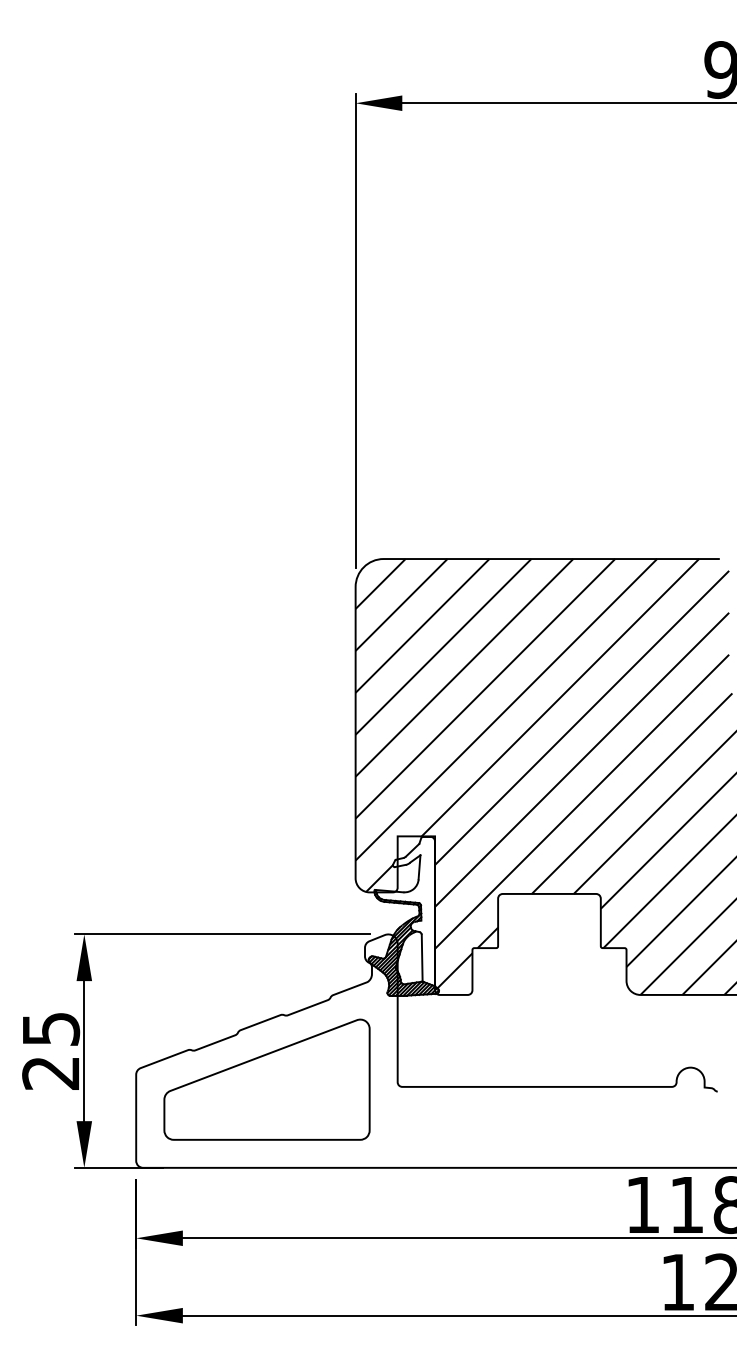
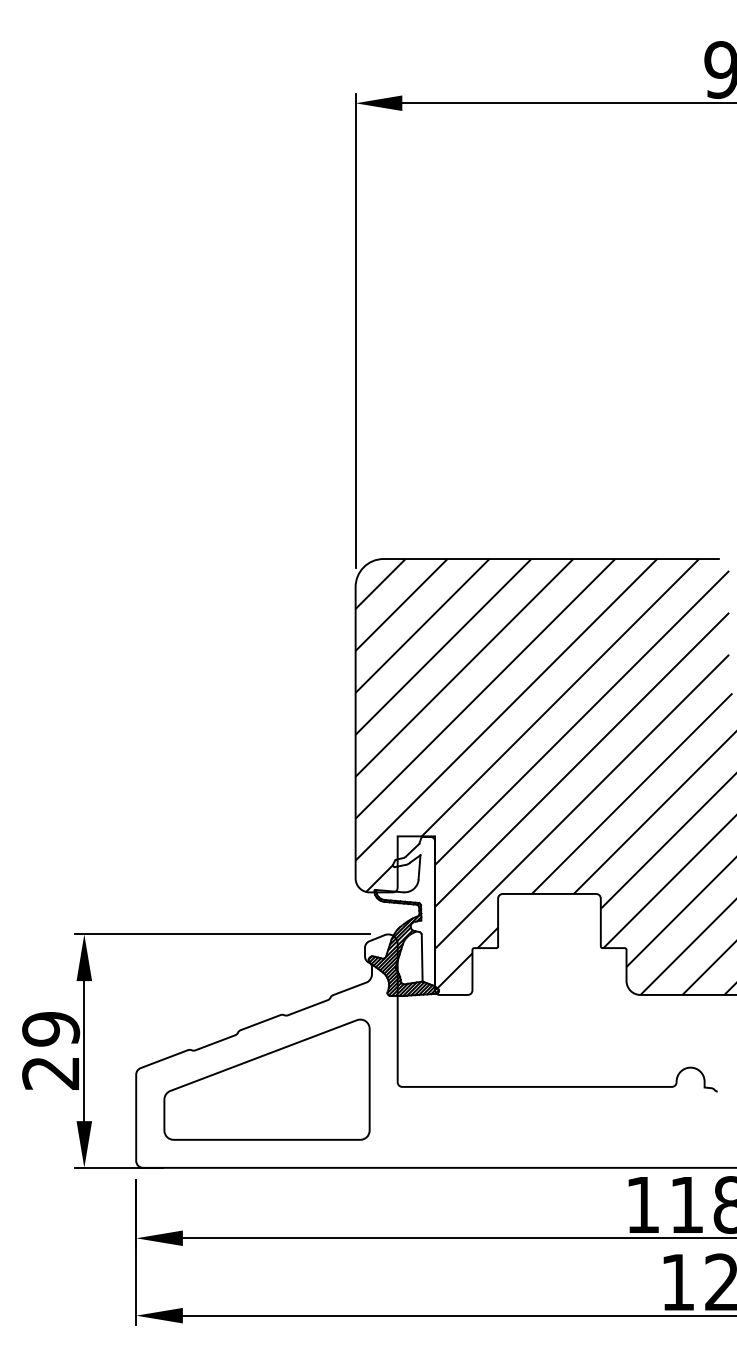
text at (50, 1029): 25 -> 29
